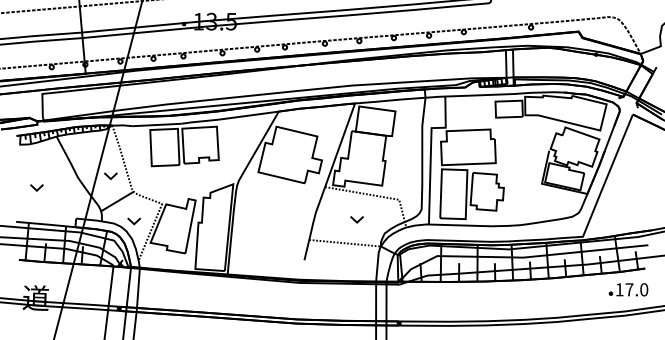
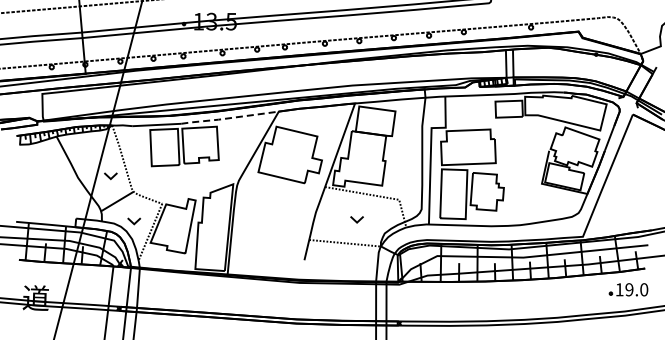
line at (229, 118): solid -> dashed
part at (36, 187): present -> none
text at (629, 289): 17.0 -> 19.0
